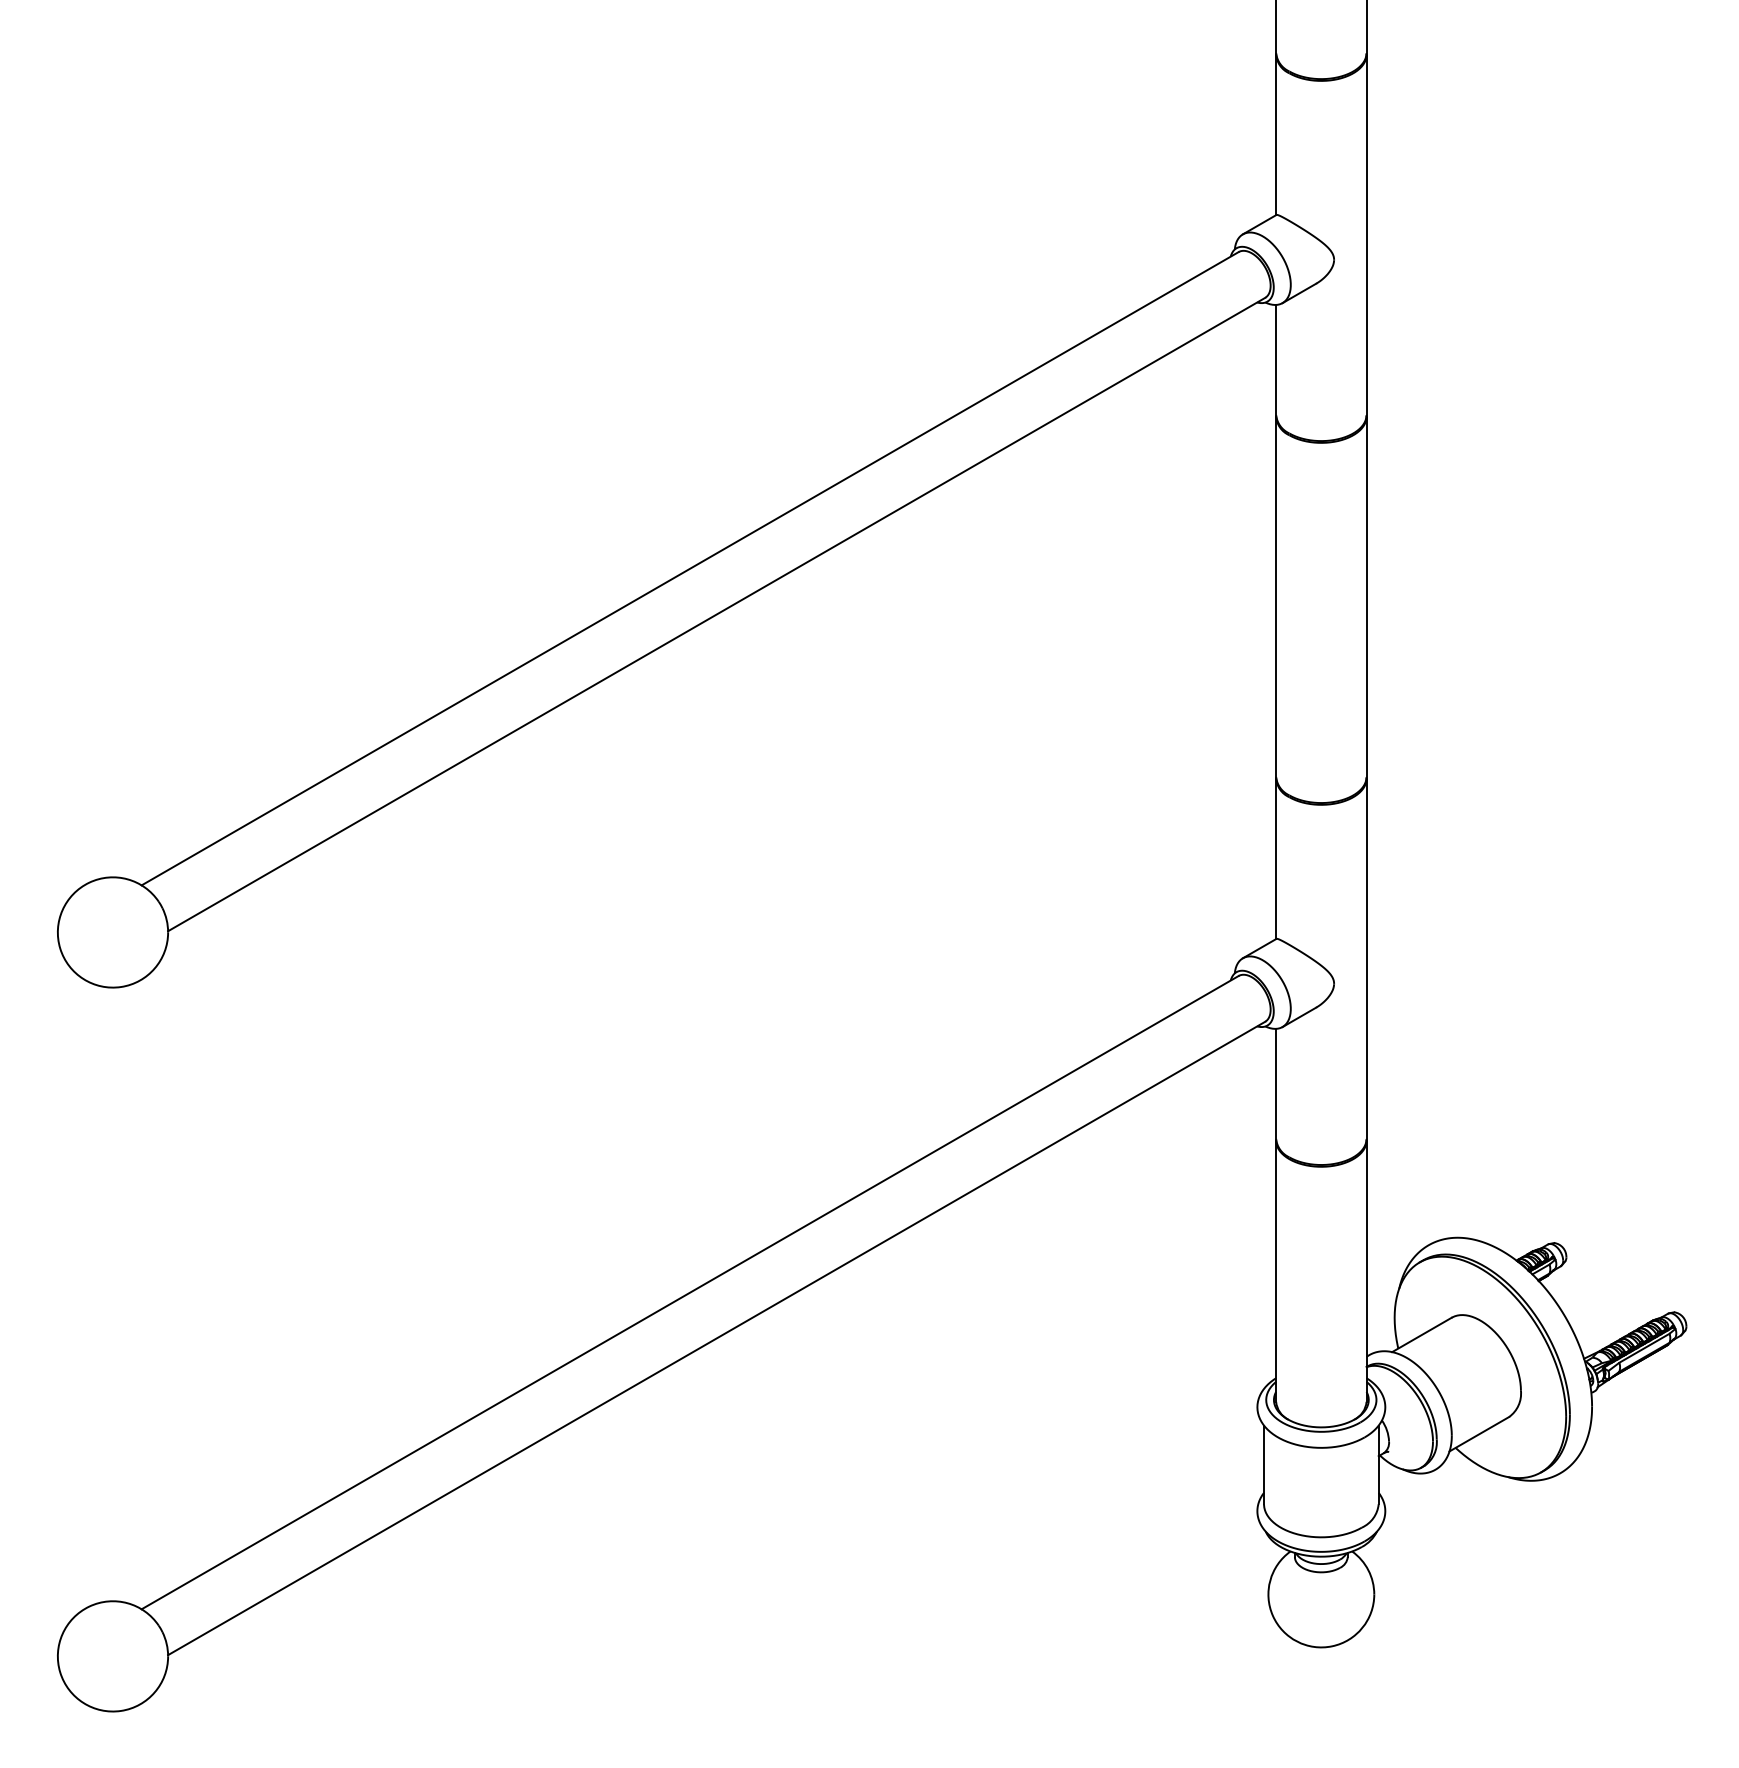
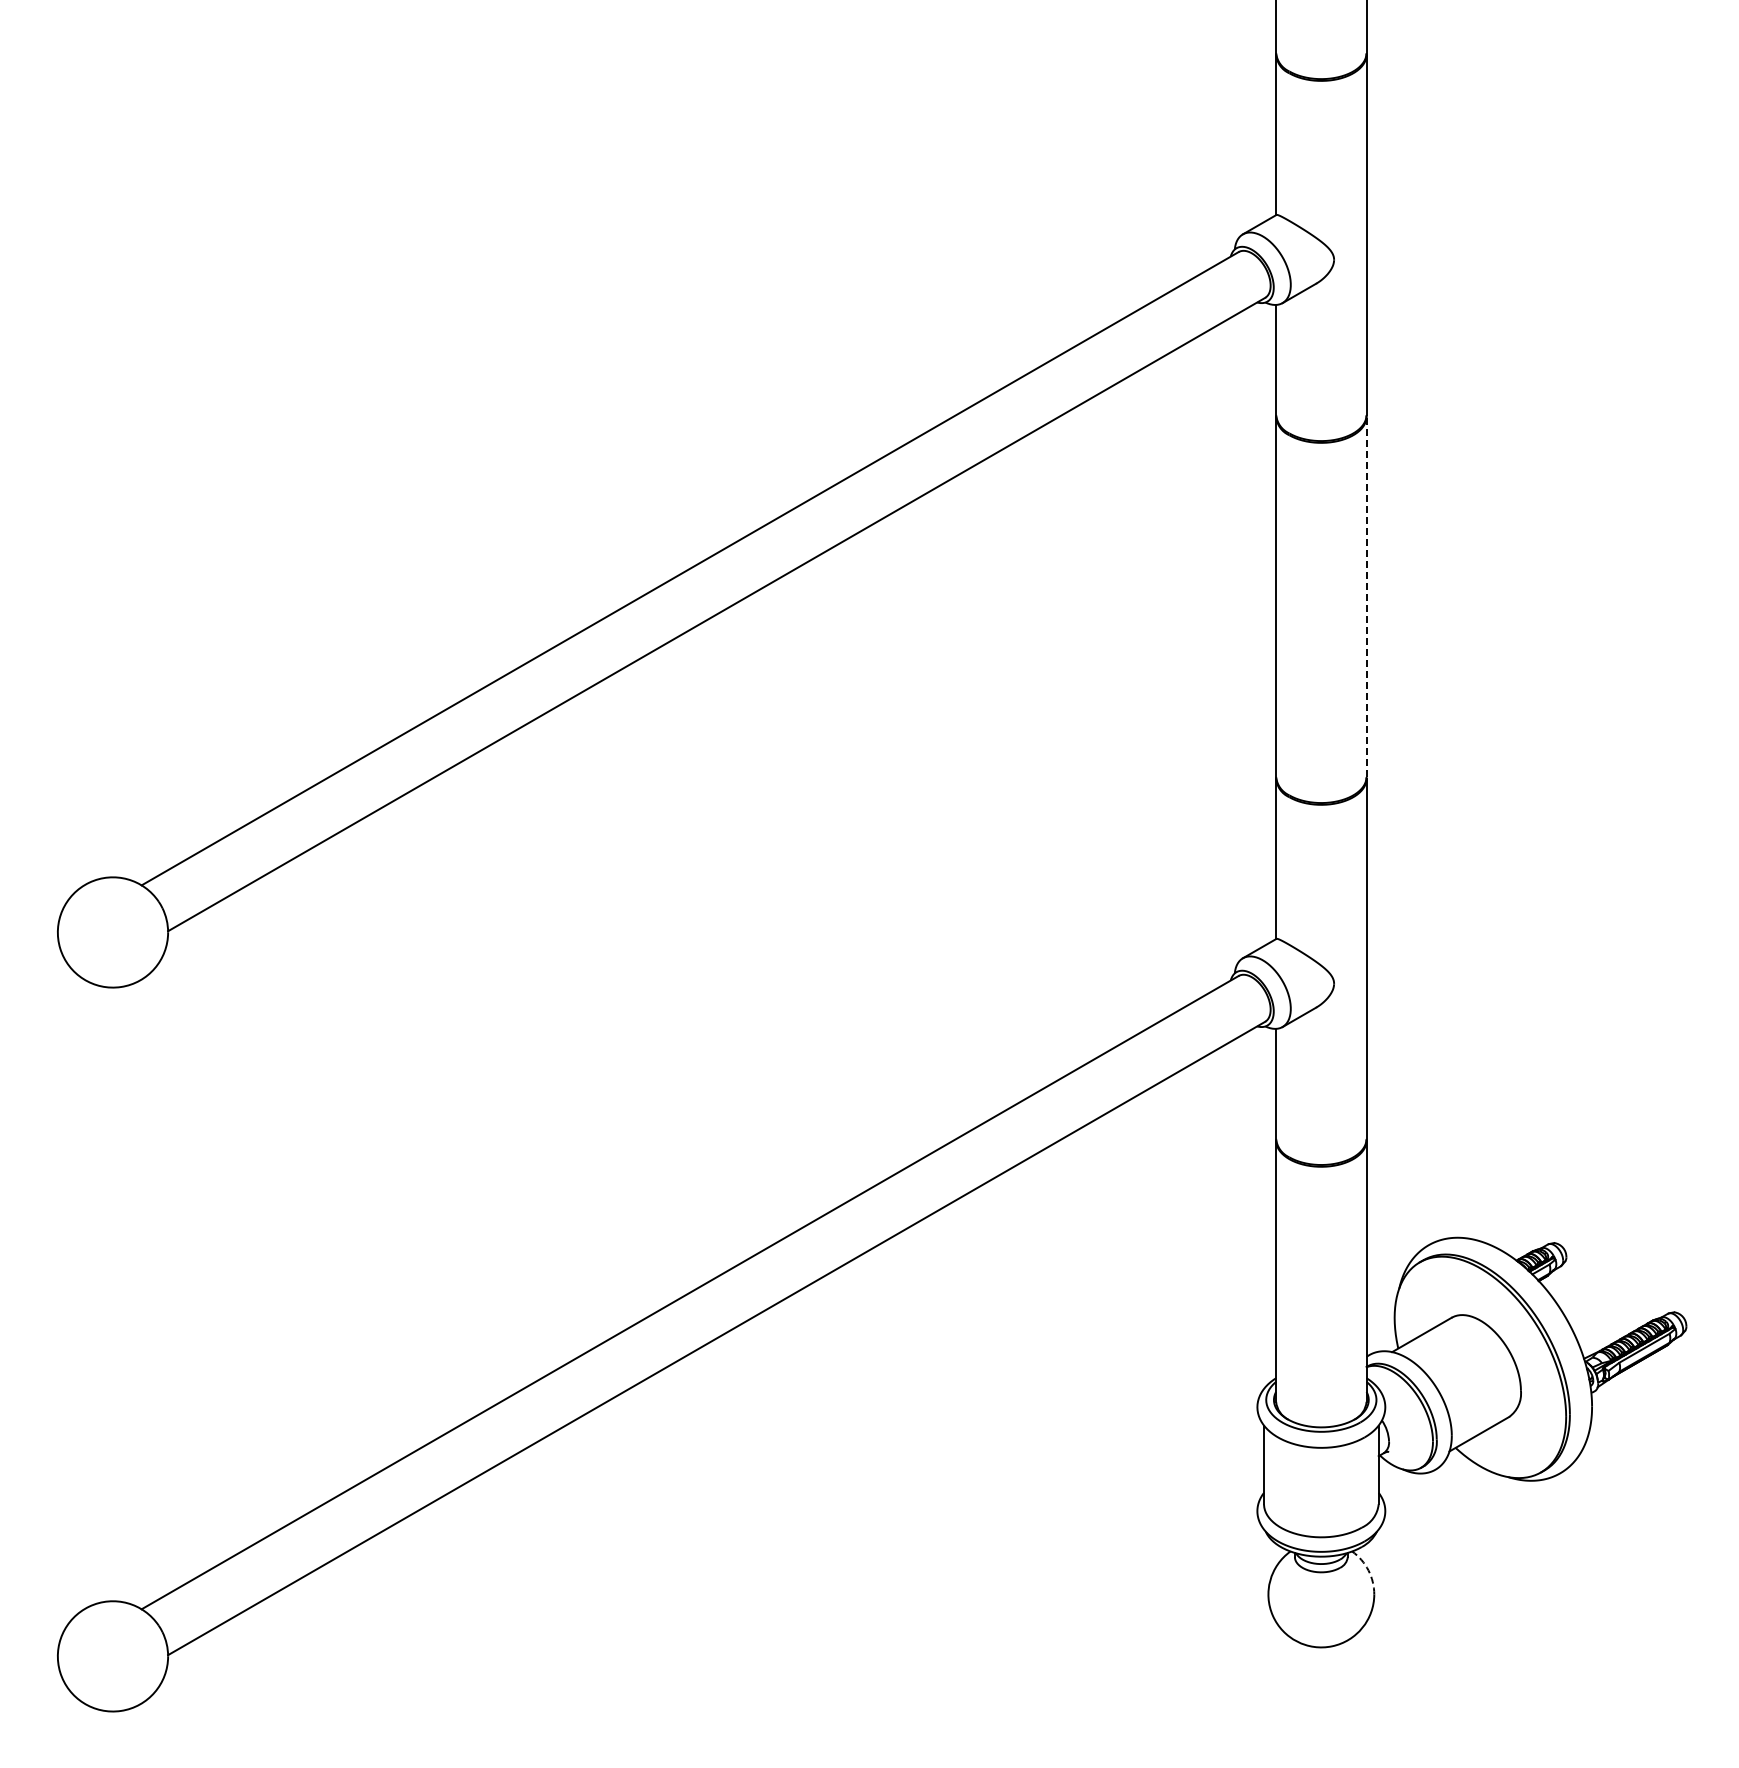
line at (1366, 596): solid -> dashed
arc at (1368, 1570): solid -> dashed
